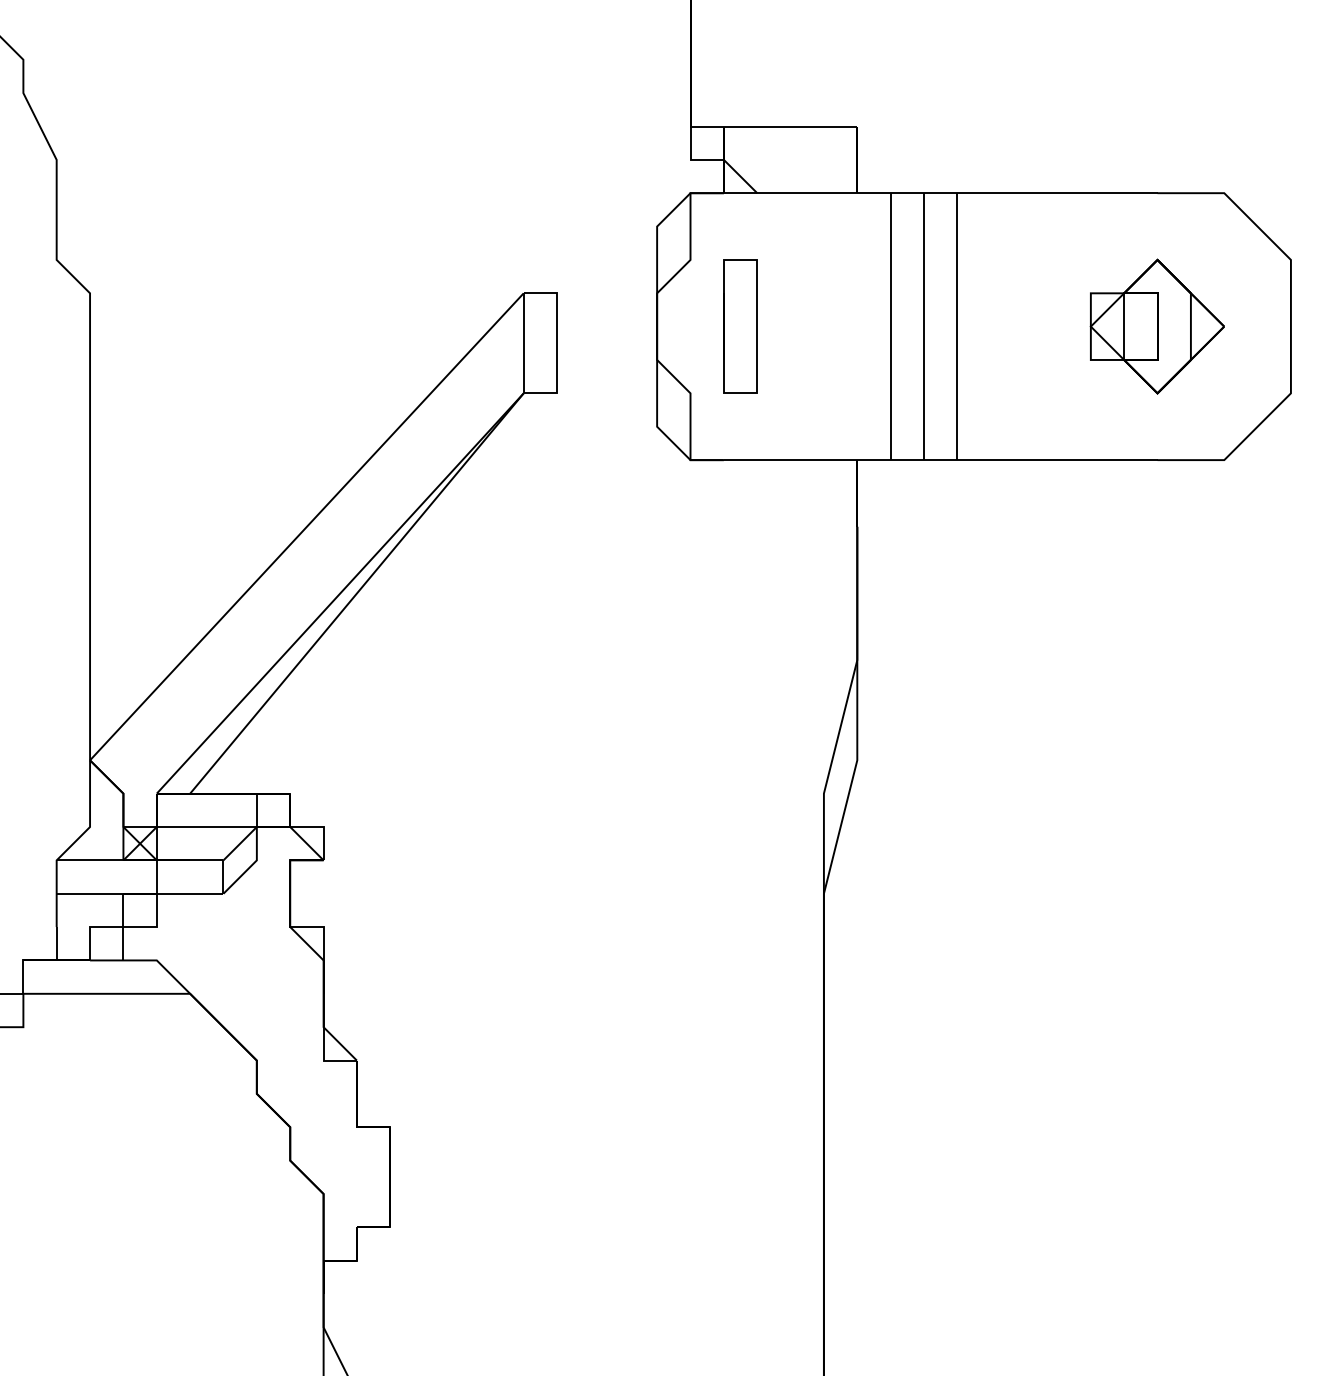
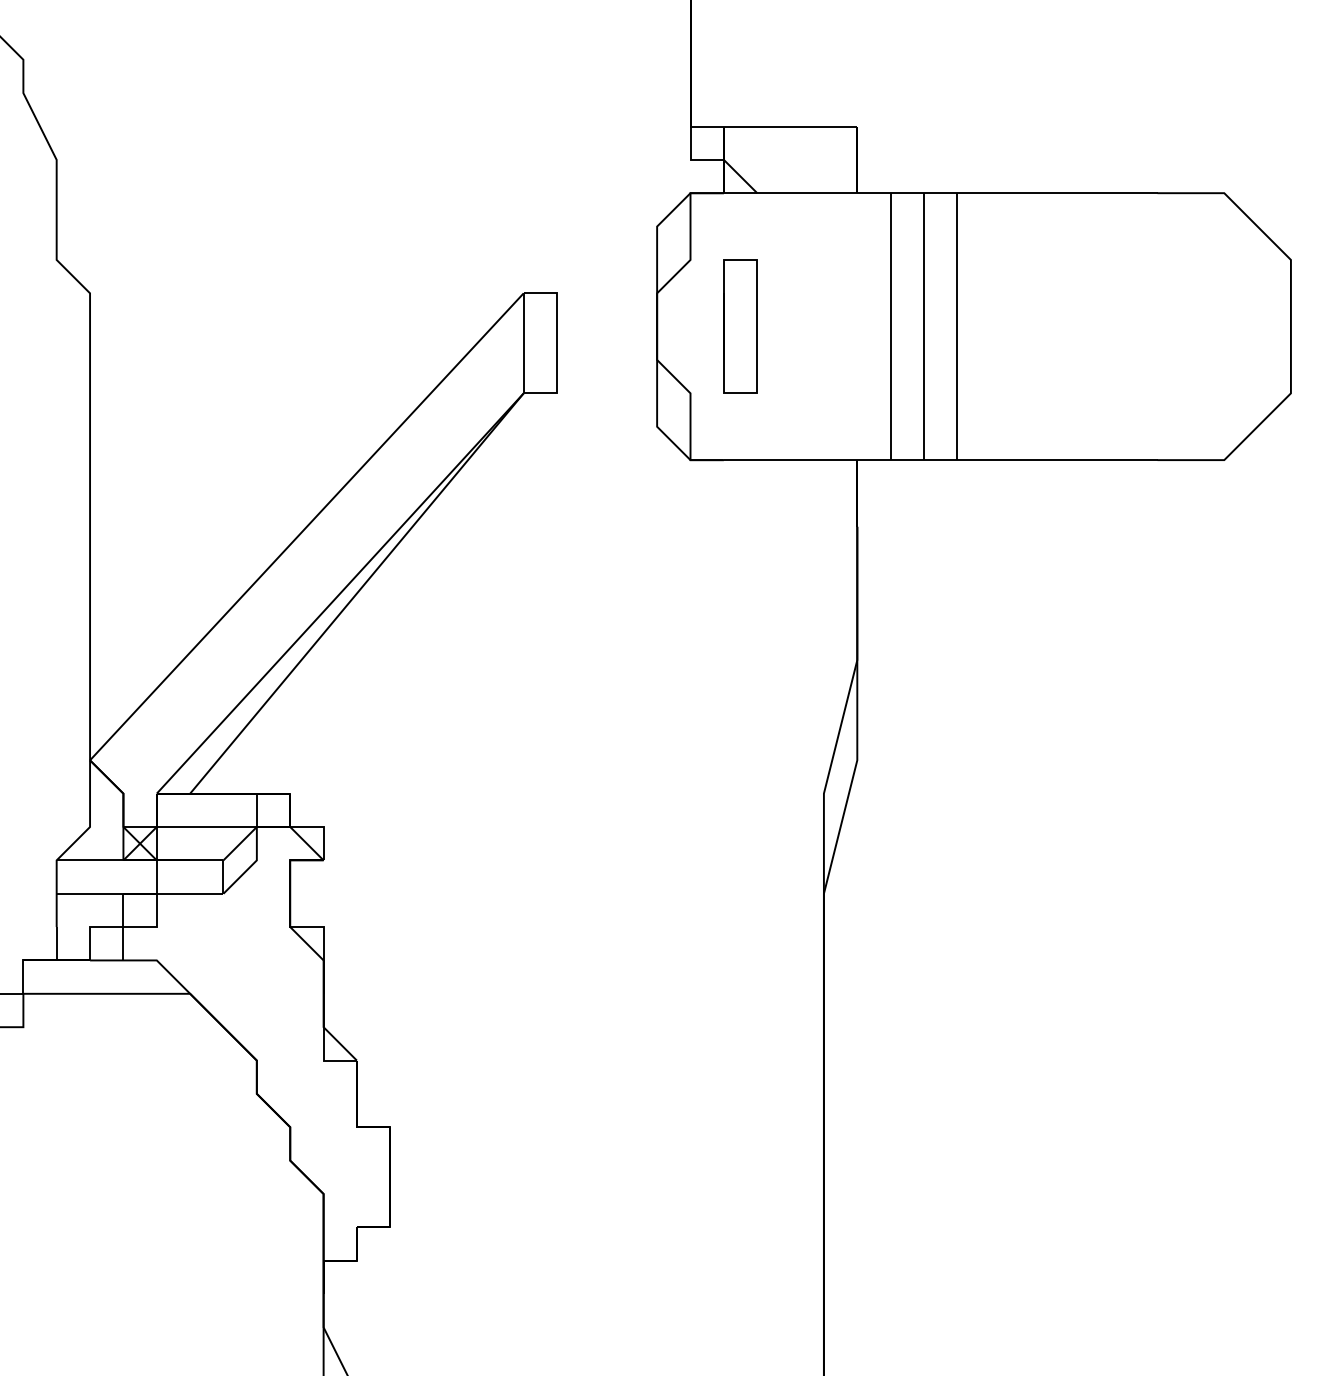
part at (1156, 326): present -> none
